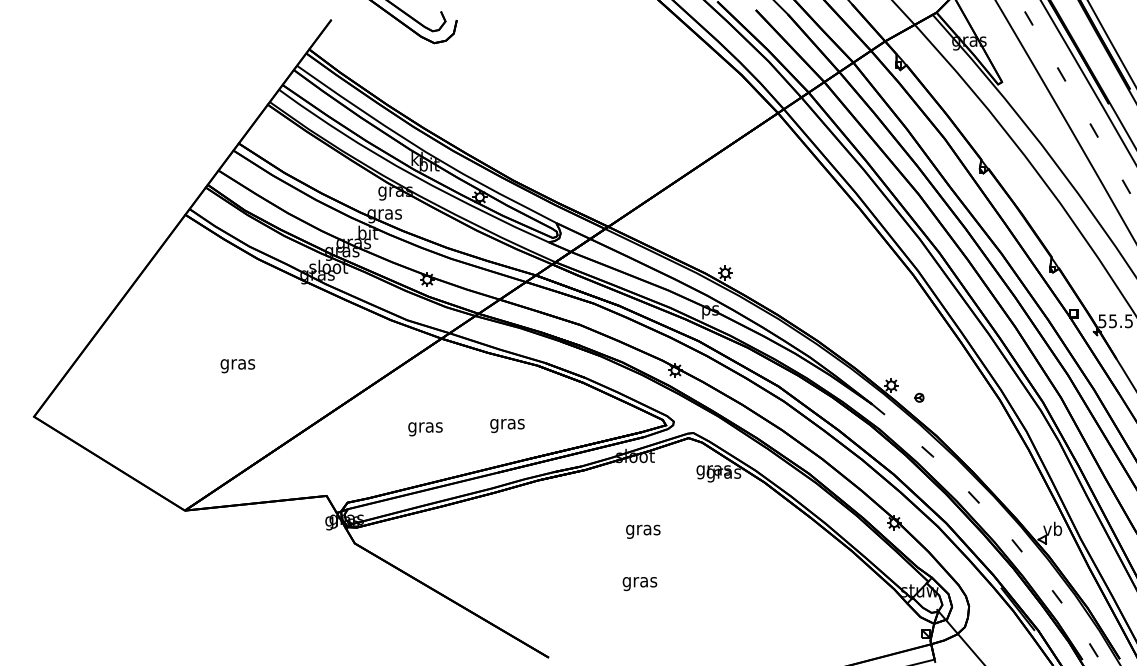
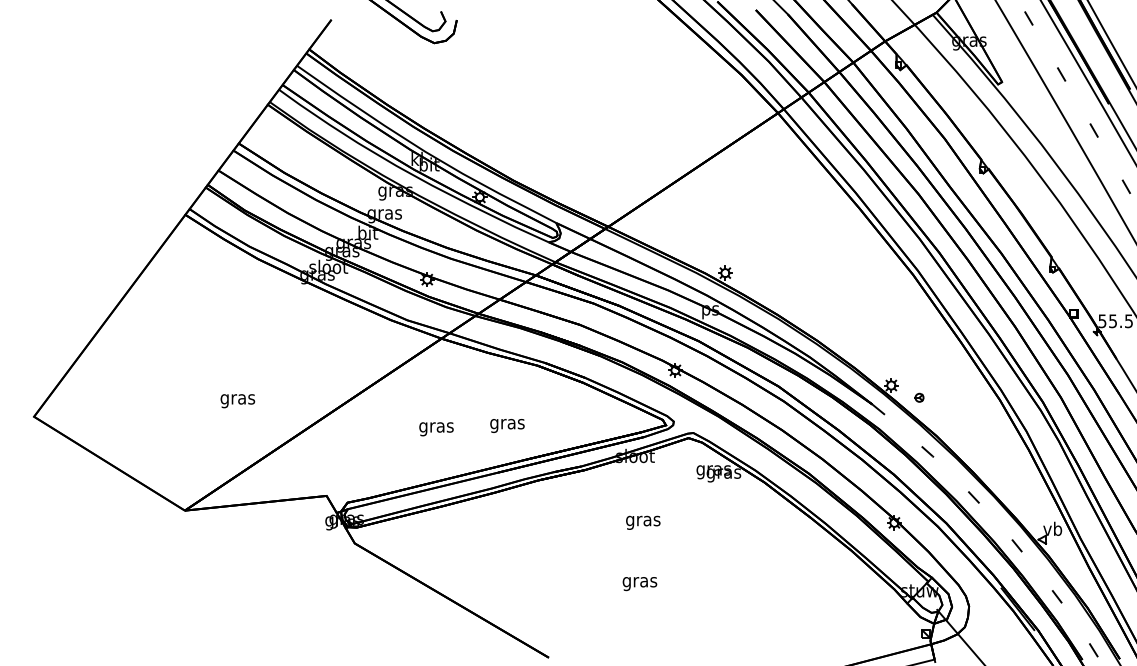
text at (237, 366) position: (237, 366) -> (237, 401)
text at (425, 429) position: (425, 429) -> (436, 429)
text at (643, 531) position: (643, 531) -> (643, 522)
